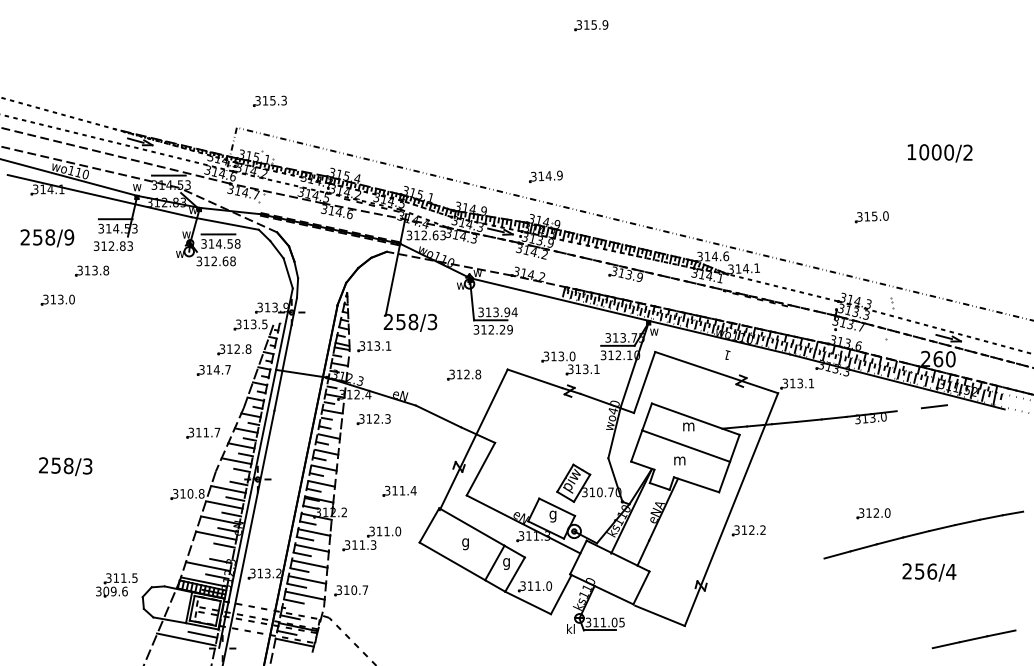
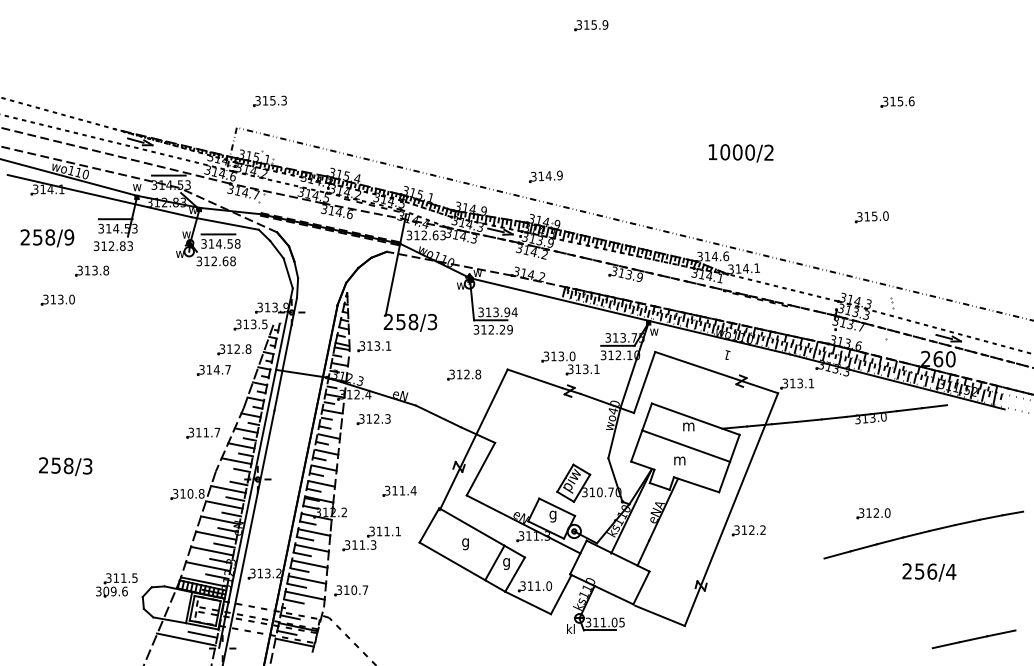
part at (897, 101): none -> present
text at (939, 153) position: (939, 153) -> (740, 153)
line at (908, 409): none -> present
text at (398, 531): 311.0 -> 311.1
line at (212, 550): none -> present
